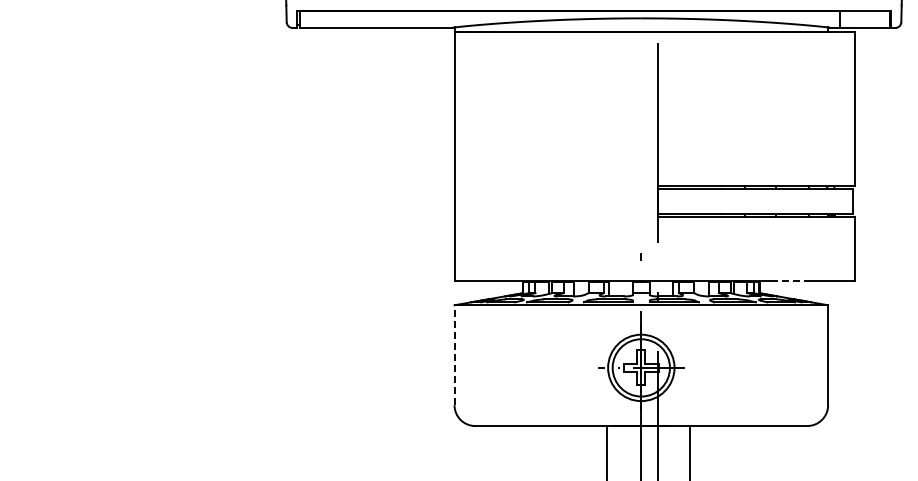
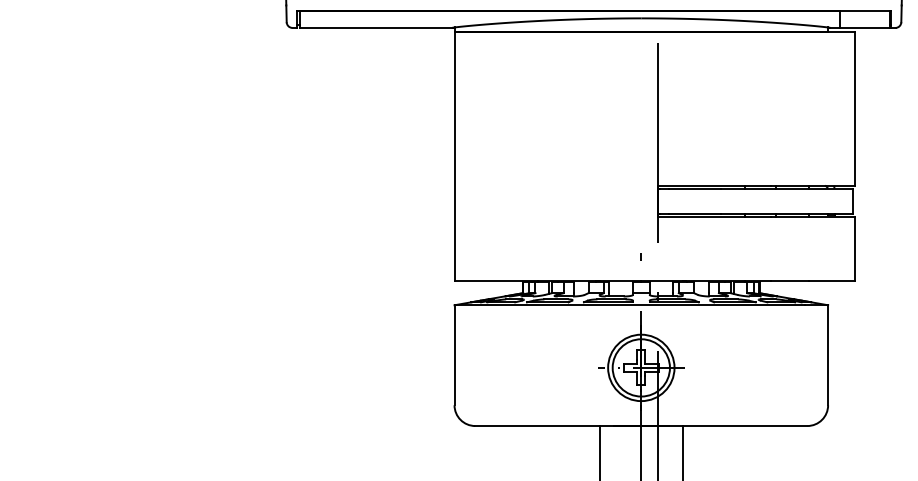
line at (790, 281): dashed -> solid
line at (454, 354): dashed -> solid
line at (606, 451) position: (606, 451) -> (599, 451)
line at (689, 451) position: (689, 451) -> (682, 451)
